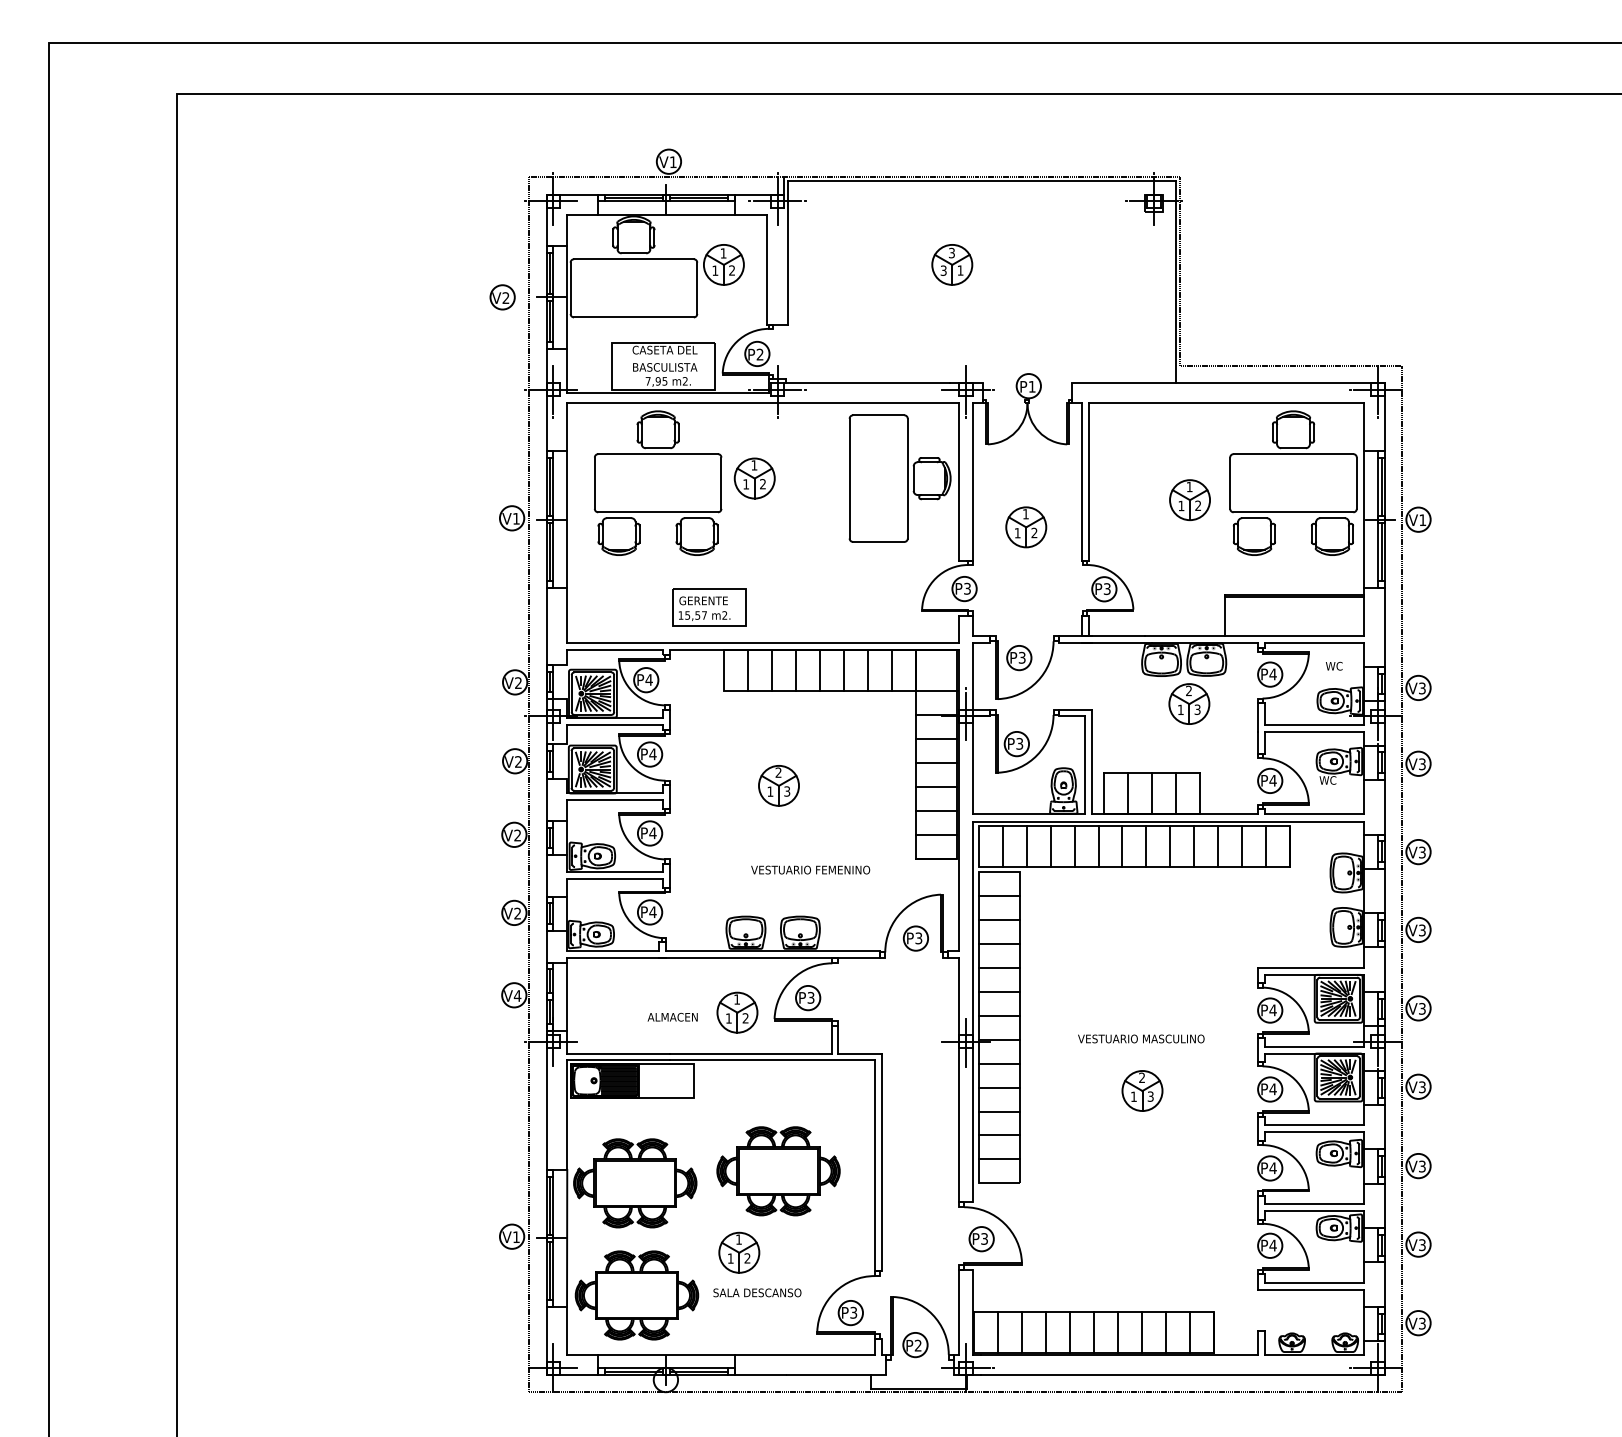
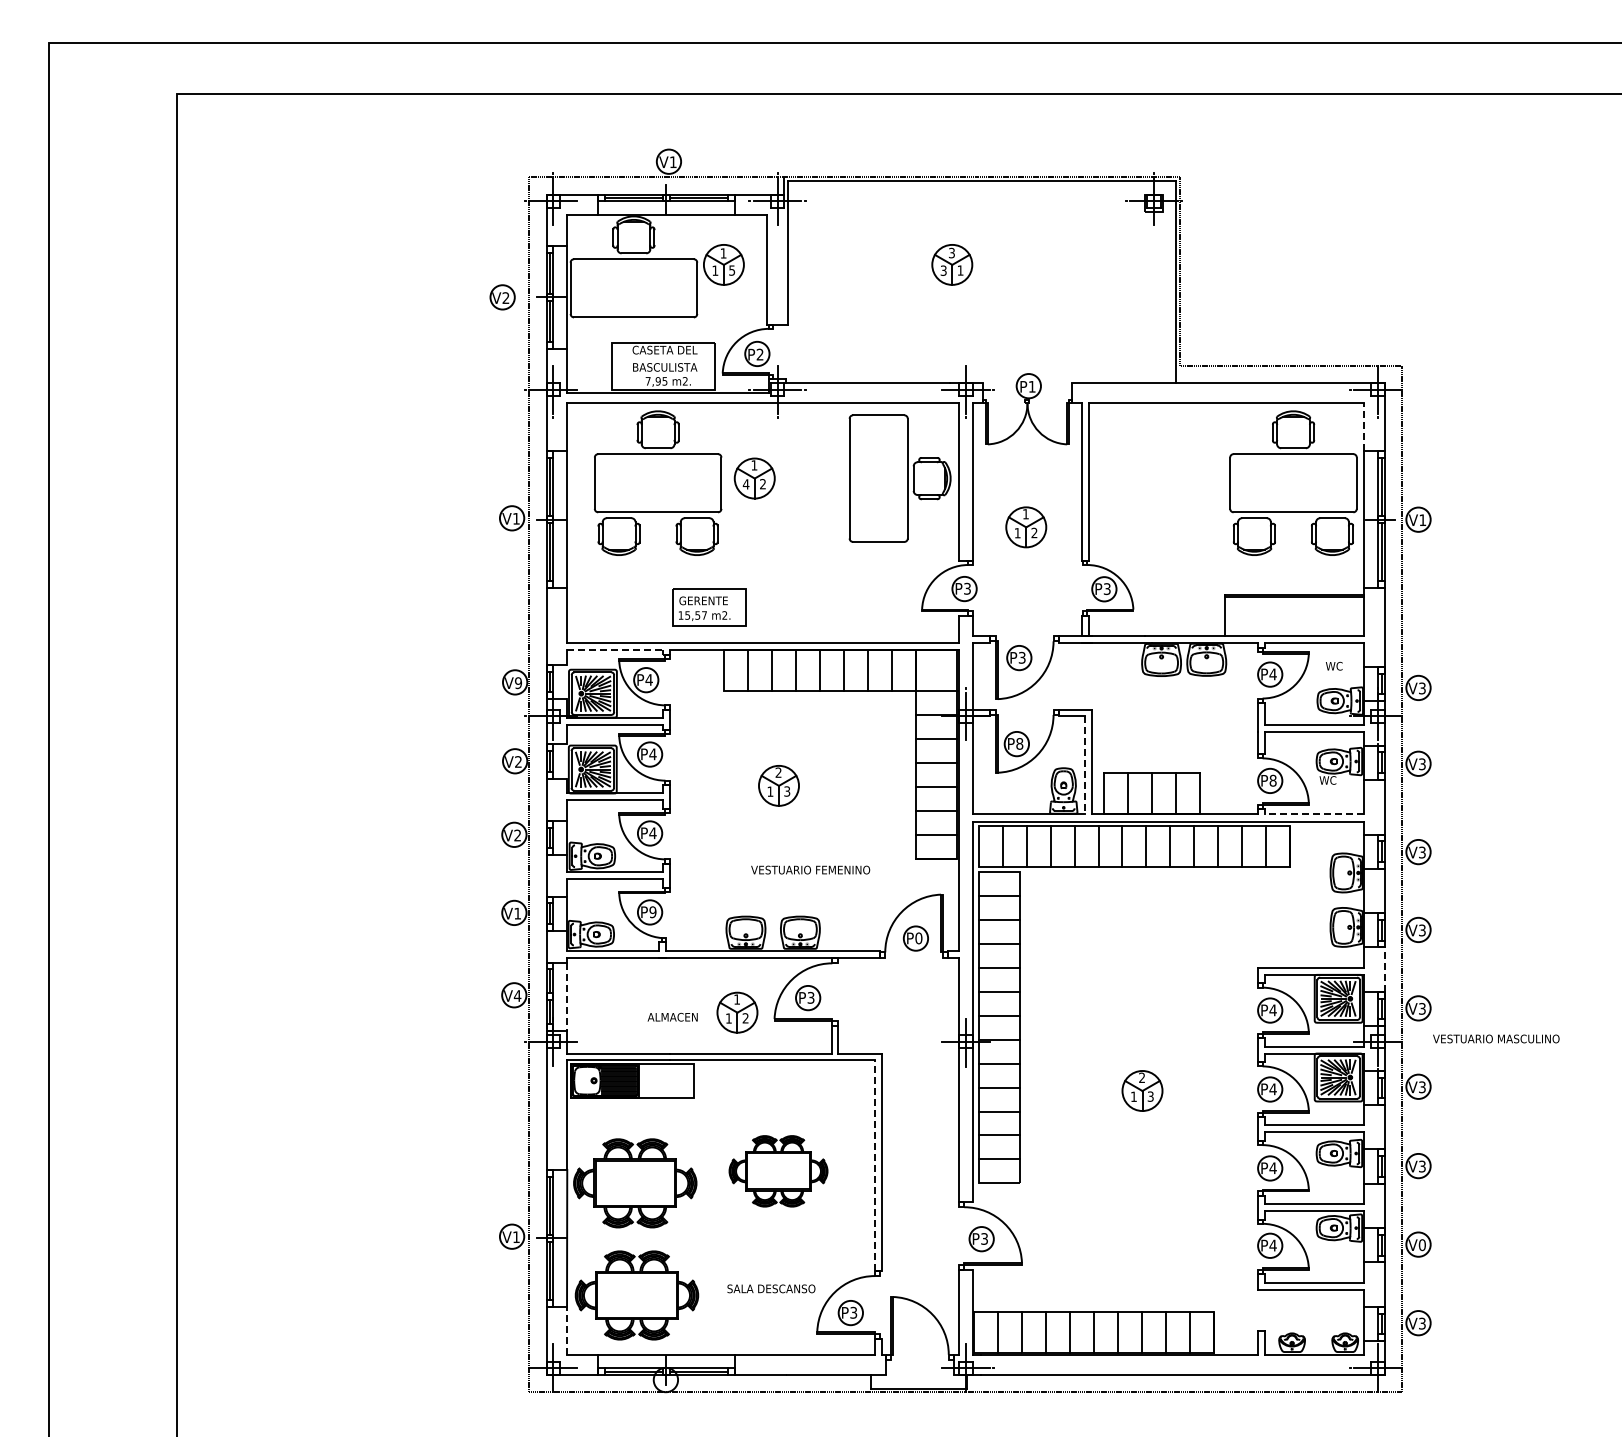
text at (732, 270): 2 -> 5
line at (1364, 427): solid -> dashed
text at (745, 484): 1 -> 4
part at (1189, 500): present -> none
line at (614, 649): solid -> dashed
text at (518, 683): V2 -> V9
part at (1189, 703): present -> none
text at (1019, 743): P3 -> P8
line at (1084, 765): solid -> dashed
text at (1272, 780): P4 -> P8
line at (1314, 814): solid -> dashed
text at (652, 912): P4 -> P9
text at (517, 913): V2 -> V1
text at (918, 938): P3 -> P0
line at (1384, 969): solid -> dashed
line at (567, 997): solid -> dashed
text at (1141, 1038) position: (1141, 1038) -> (1496, 1038)
line at (875, 1165): solid -> dashed
part at (778, 1171) size: 125x91 px -> 101x73 px
text at (1421, 1245): V3 -> V0
part at (739, 1252): present -> none
text at (757, 1292) position: (757, 1292) -> (771, 1288)
line at (567, 1330): solid -> dashed
part at (915, 1345): present -> none
